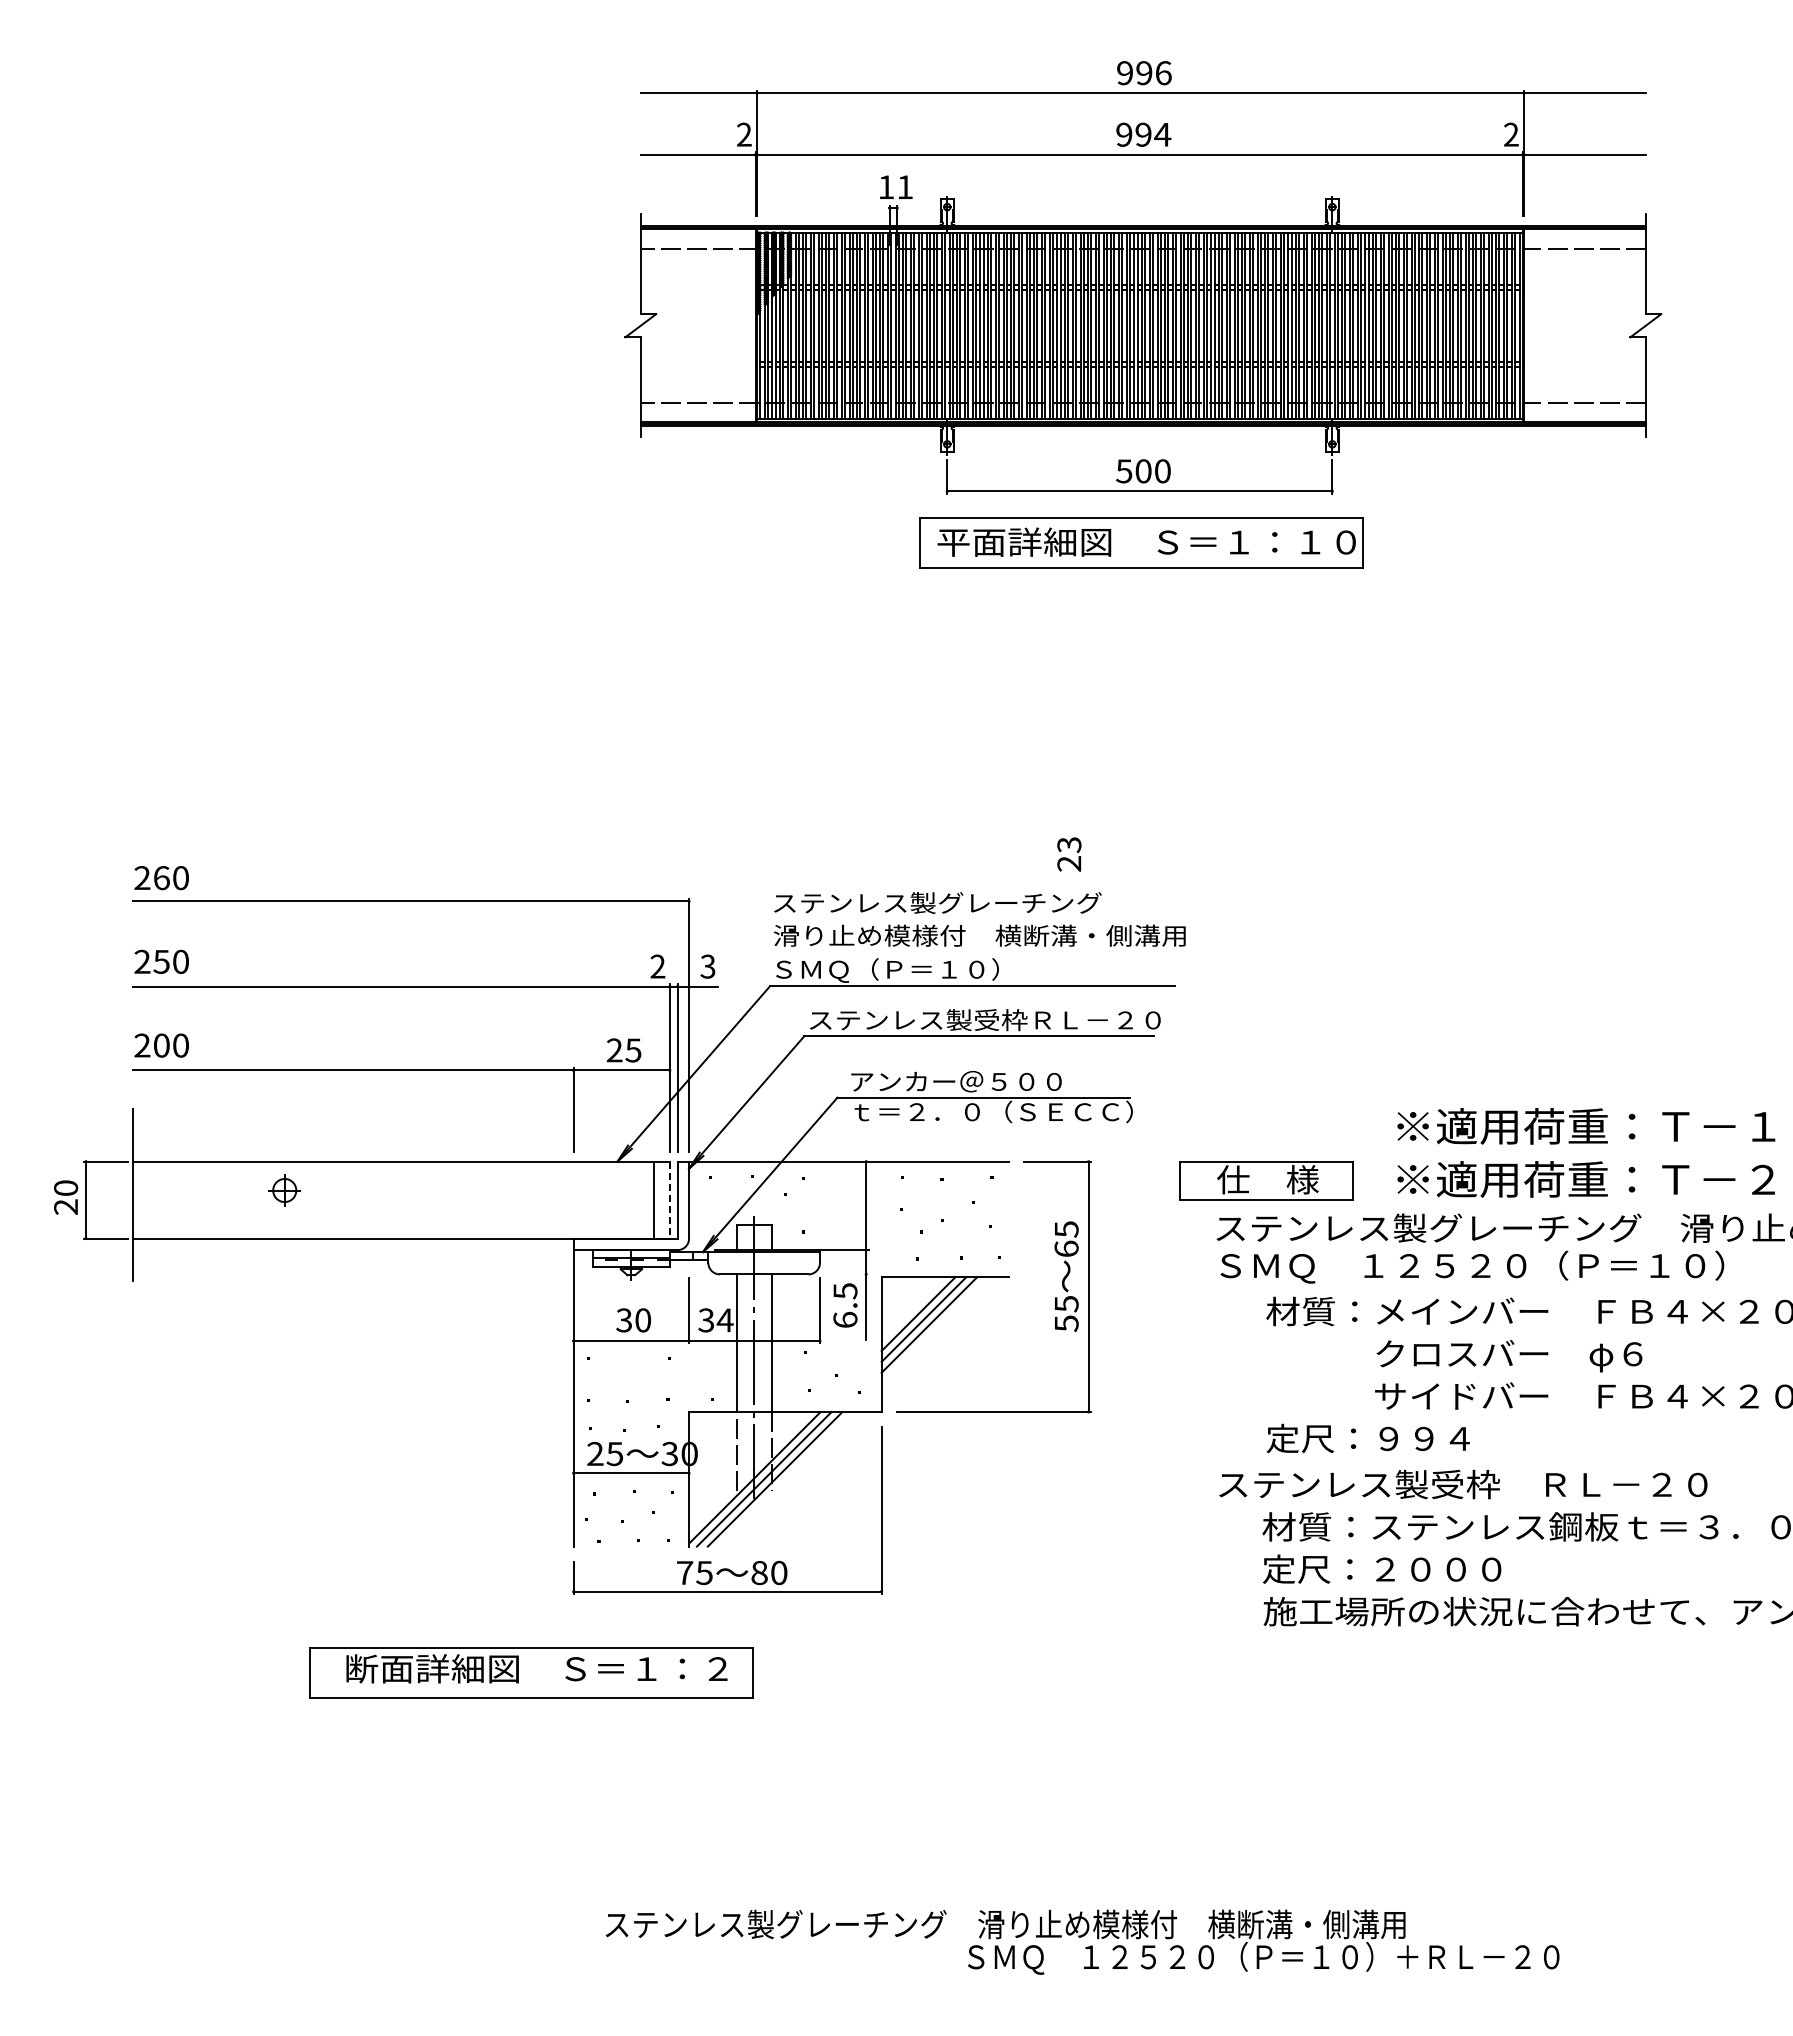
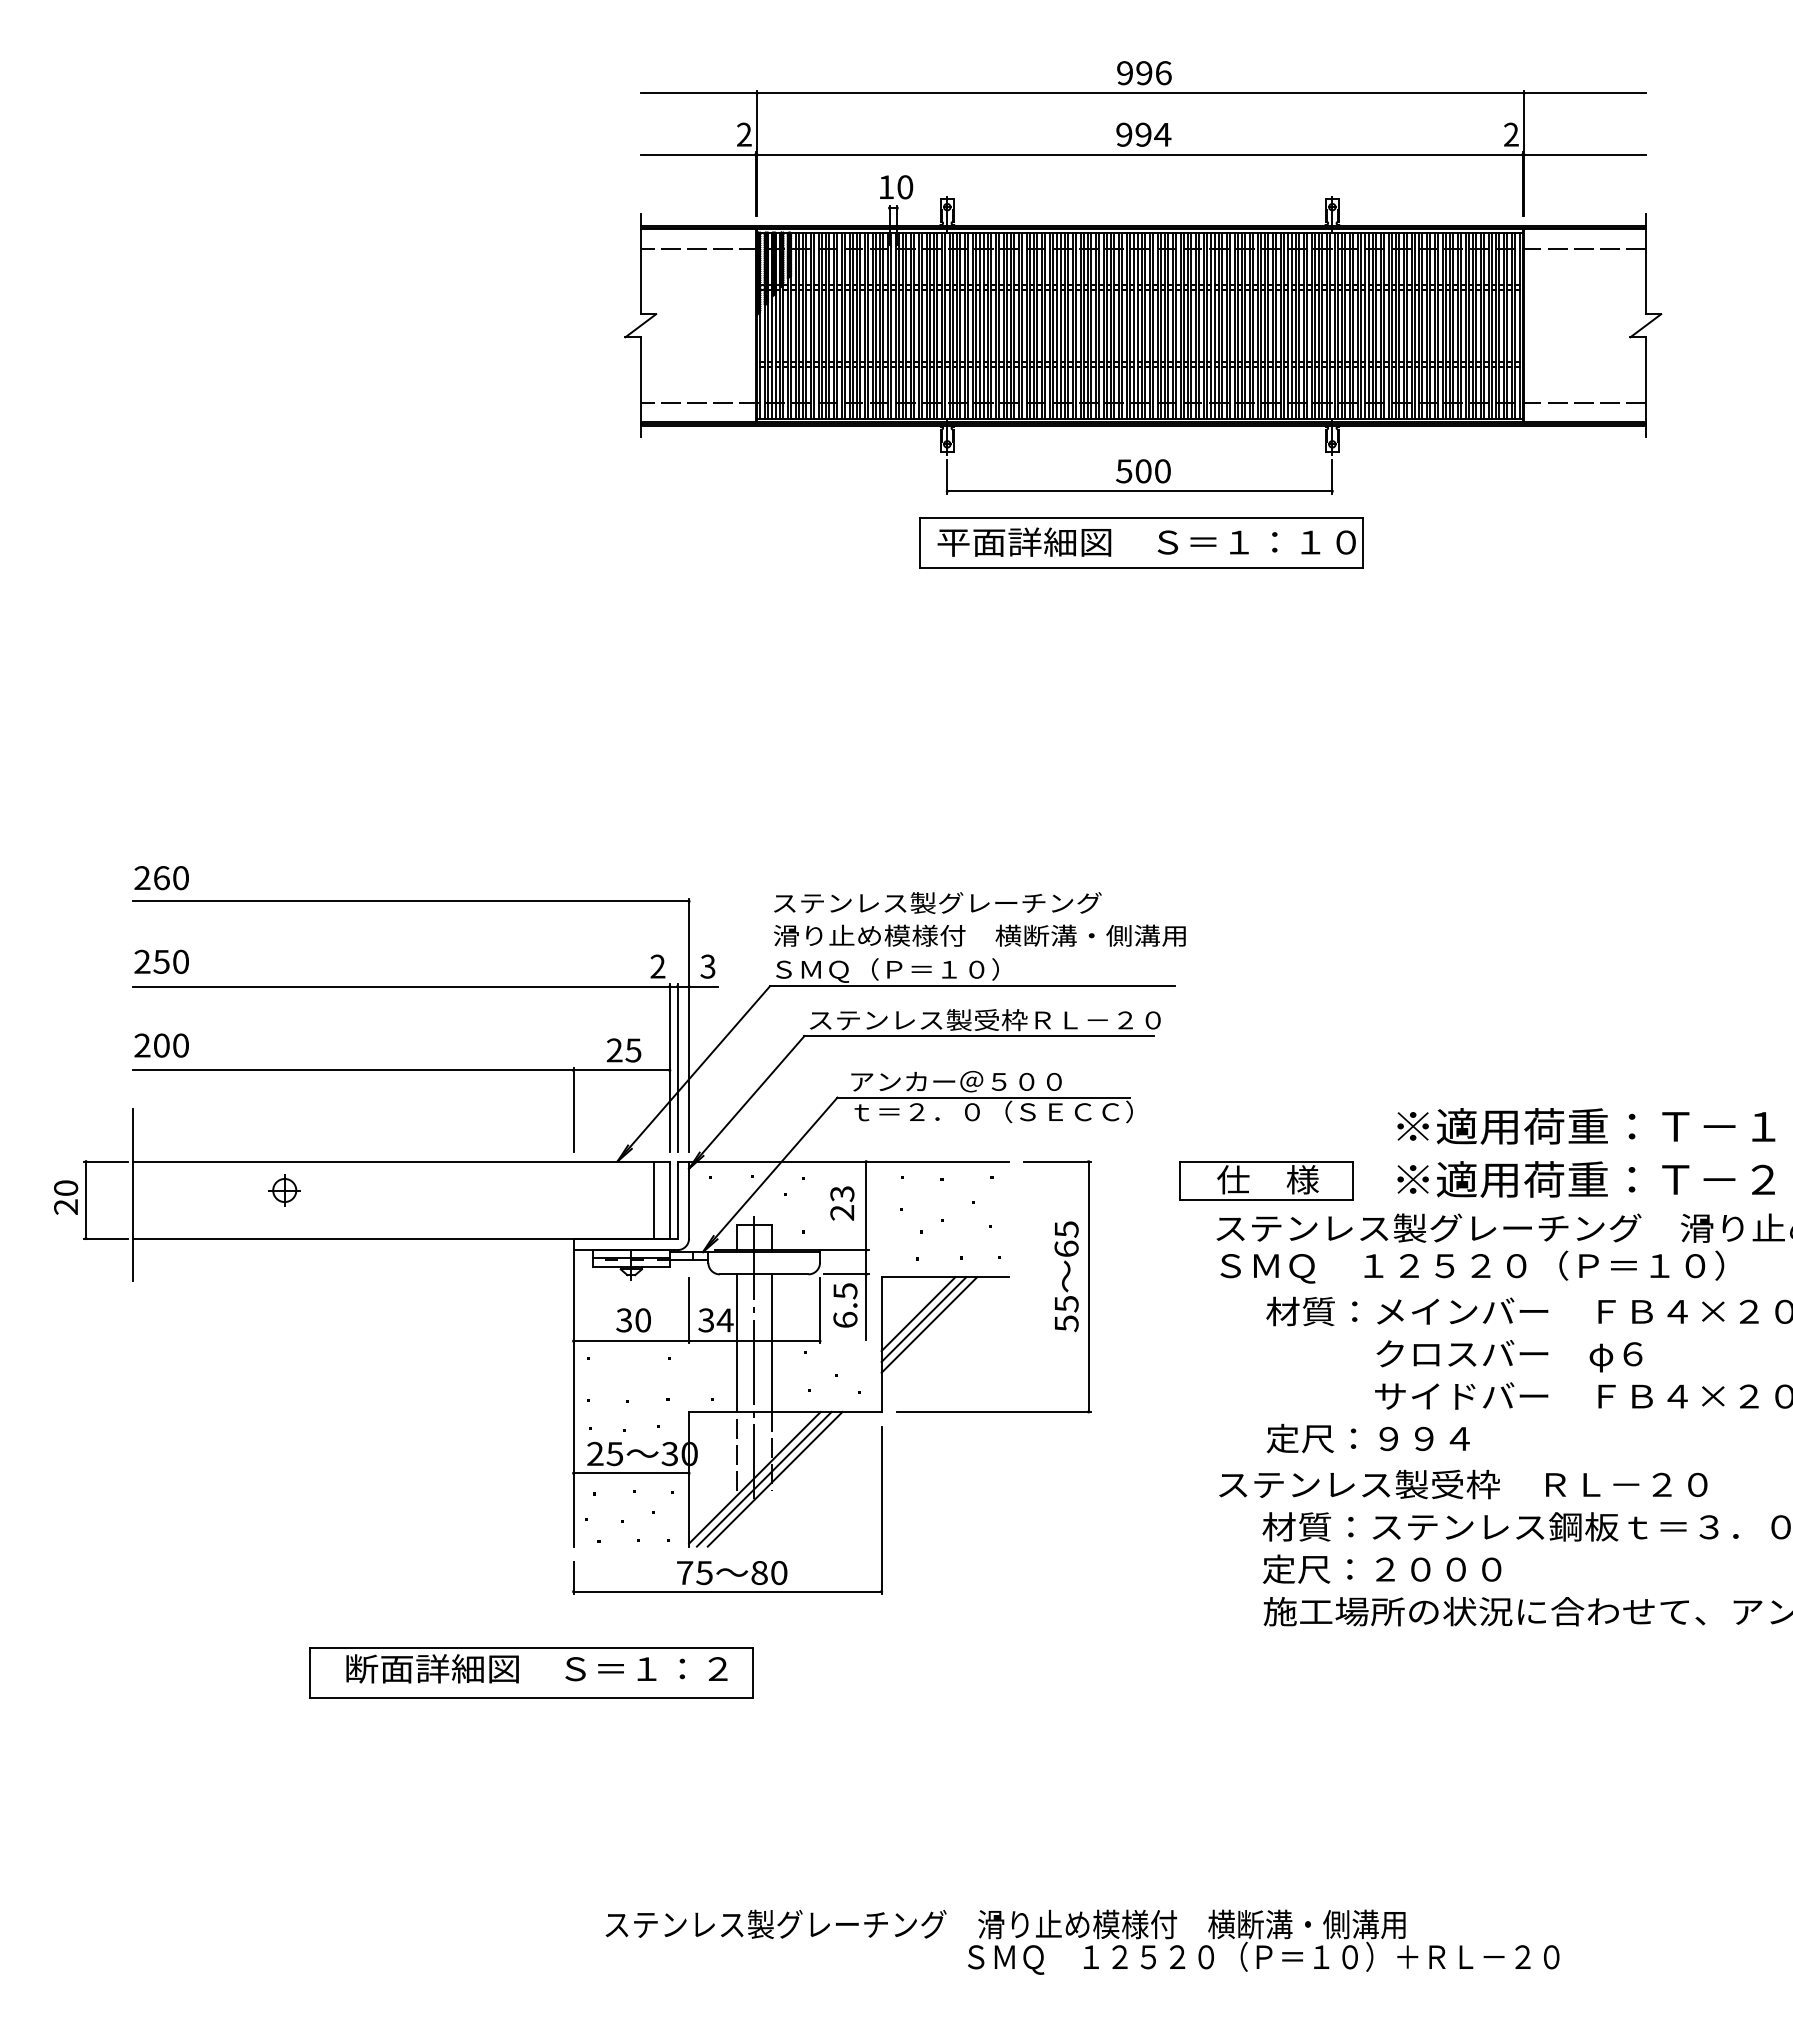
text at (905, 187): 11 -> 10
text at (1069, 854) position: (1069, 854) -> (842, 1203)
line at (669, 1200): dashed -> solid
line at (845, 1274): none -> present
